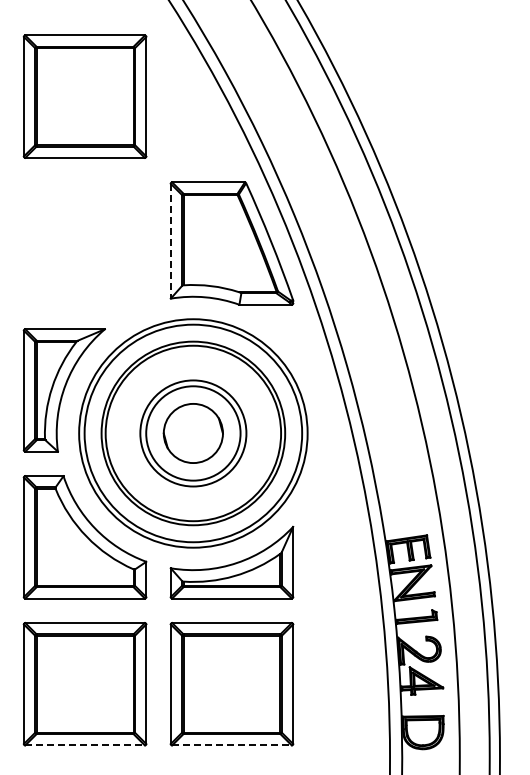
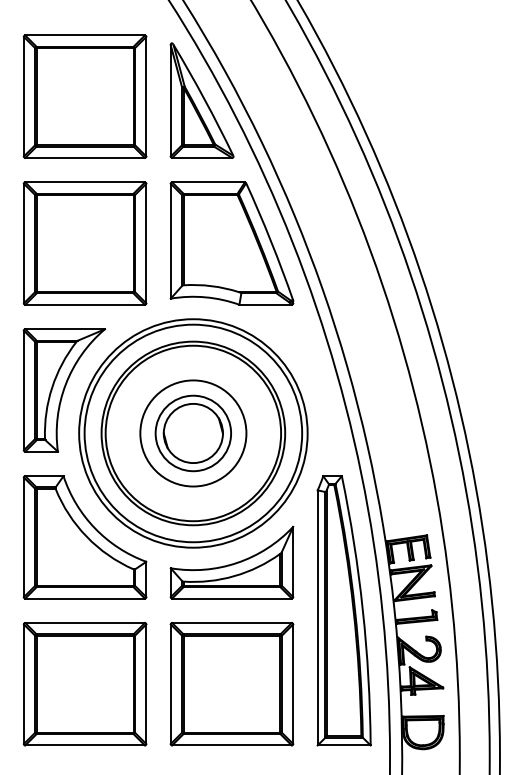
part at (201, 100): none -> present
line at (170, 241): dashed -> solid
part at (84, 243): none -> present
circle at (193, 433) diameter: 94 px -> 75 px
part at (343, 610): none -> present
line at (85, 745): dashed -> solid
line at (231, 745): dashed -> solid
